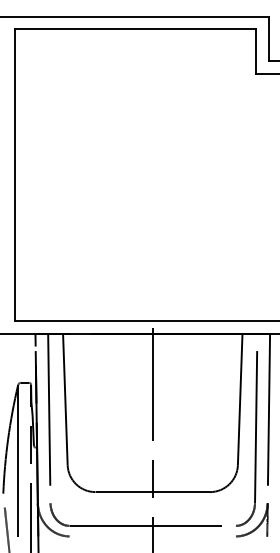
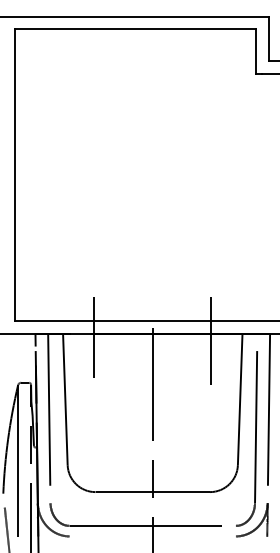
line at (94, 337): none -> present
line at (211, 341): none -> present
